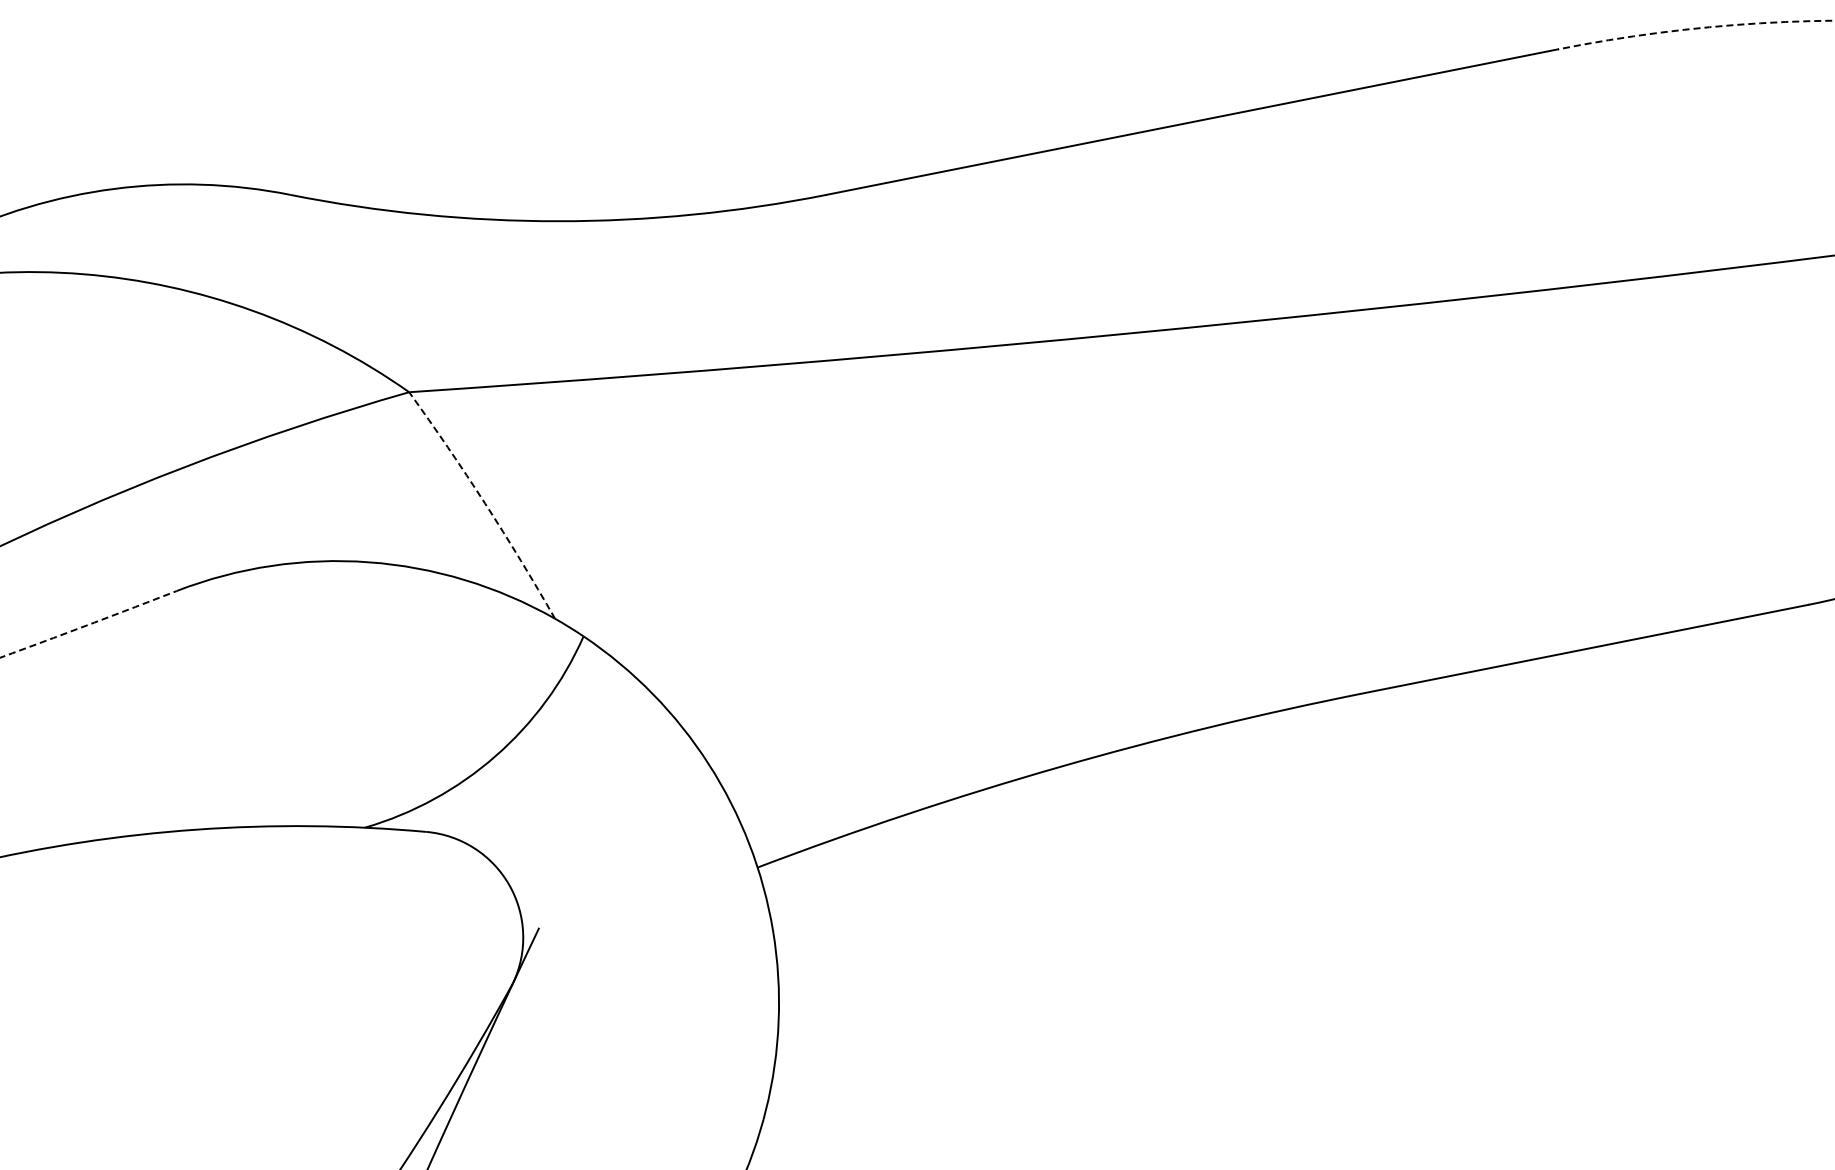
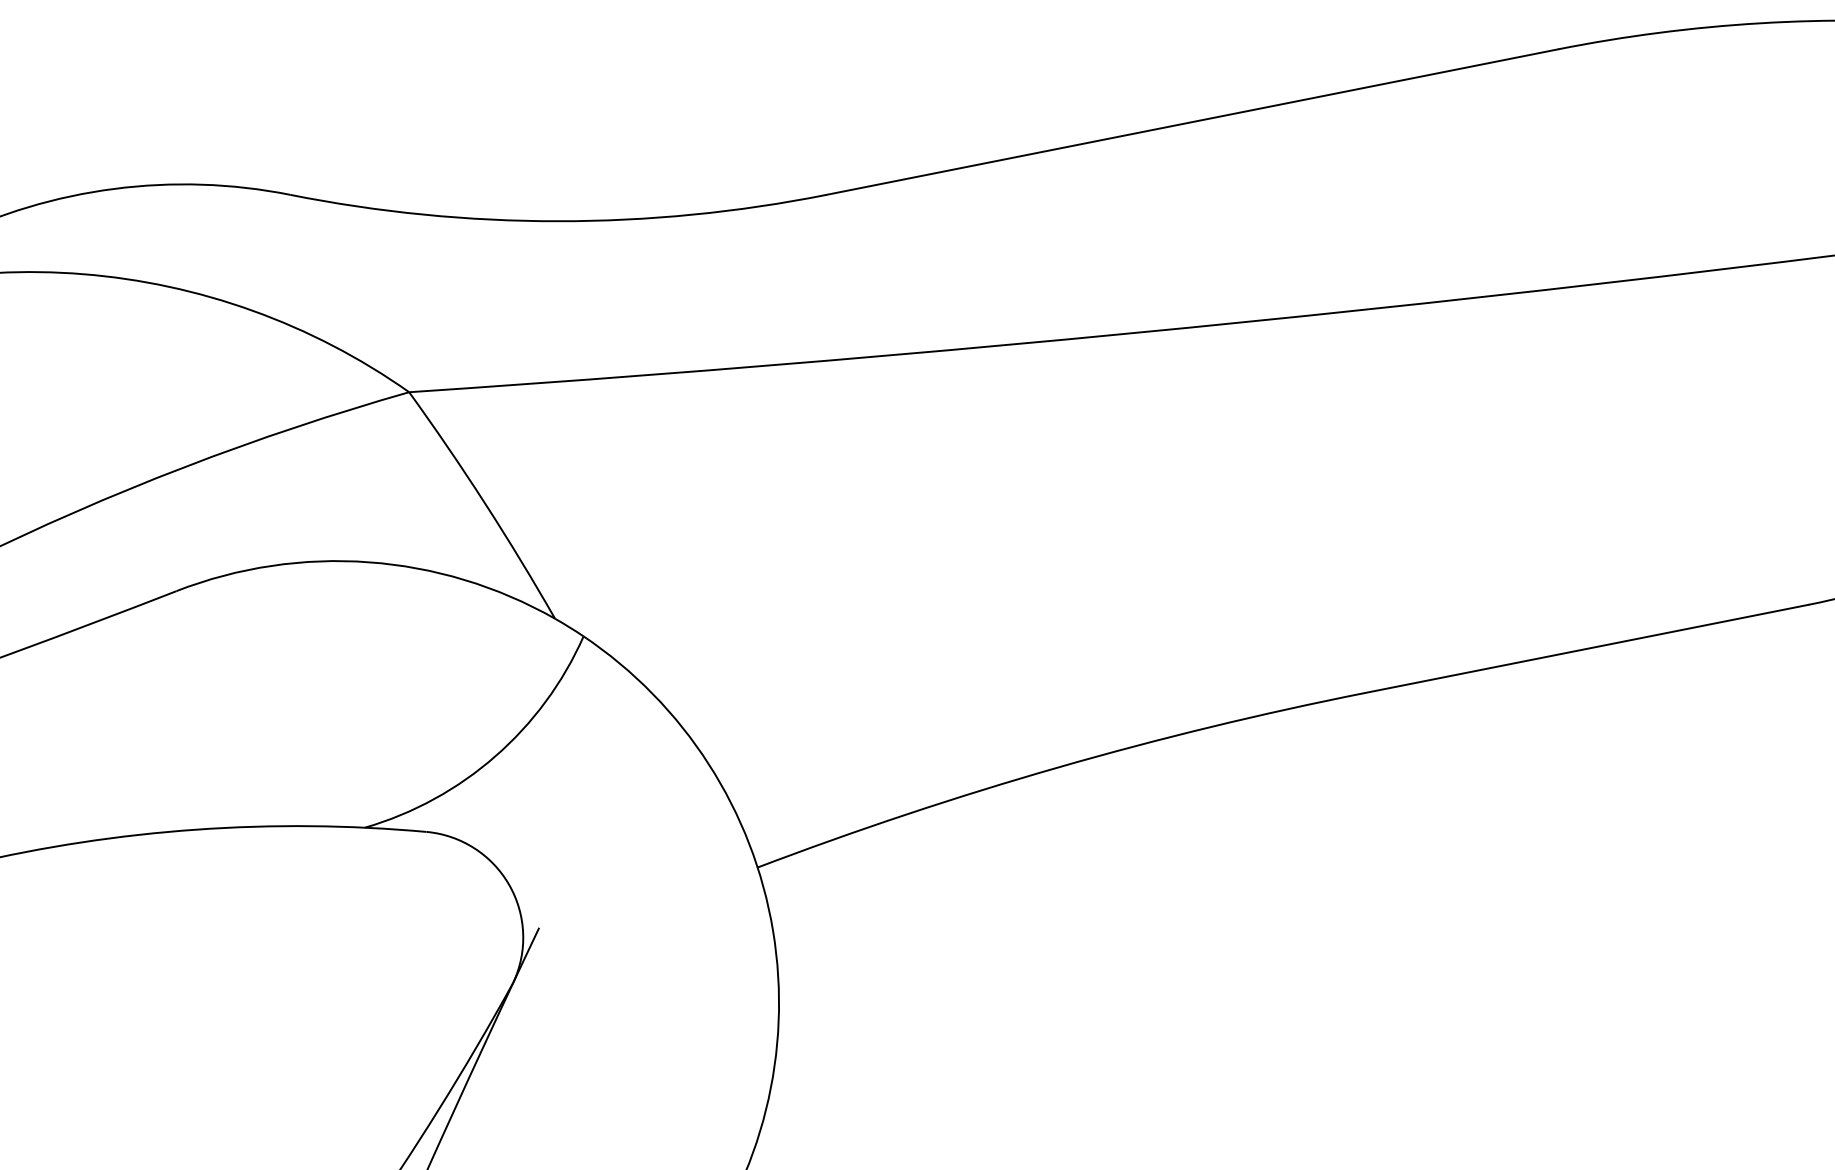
arc at (1694, 28): dashed -> solid
arc at (485, 503): dashed -> solid
arc at (88, 624): dashed -> solid
